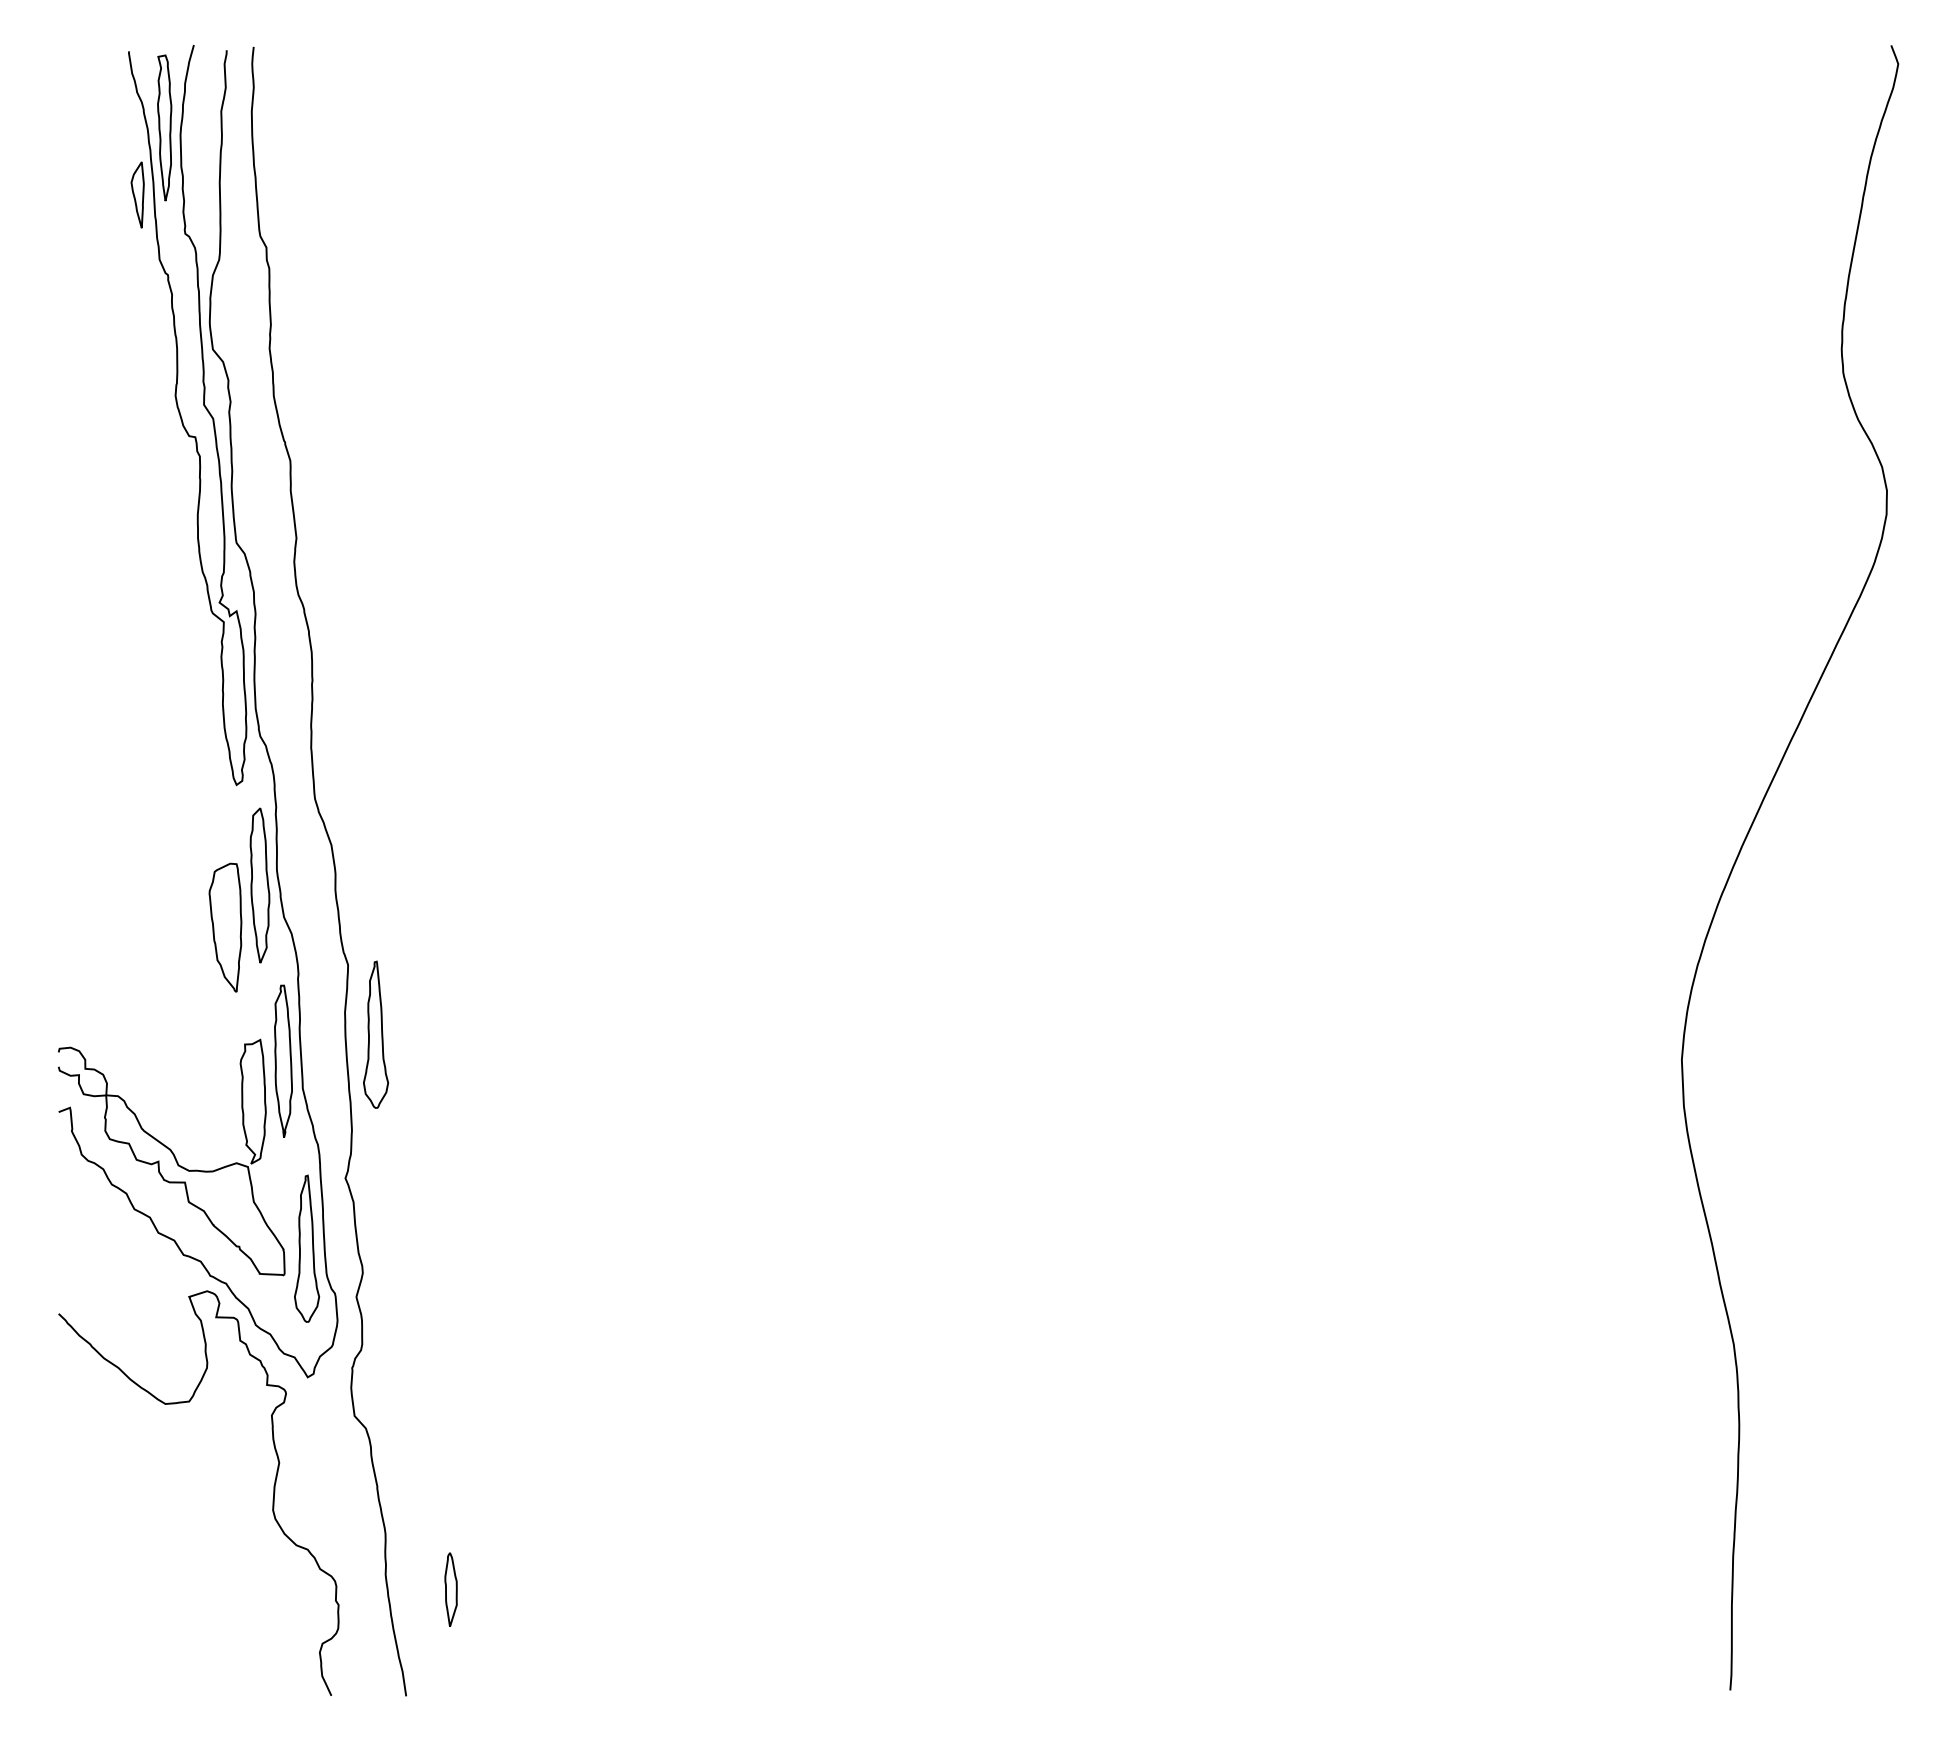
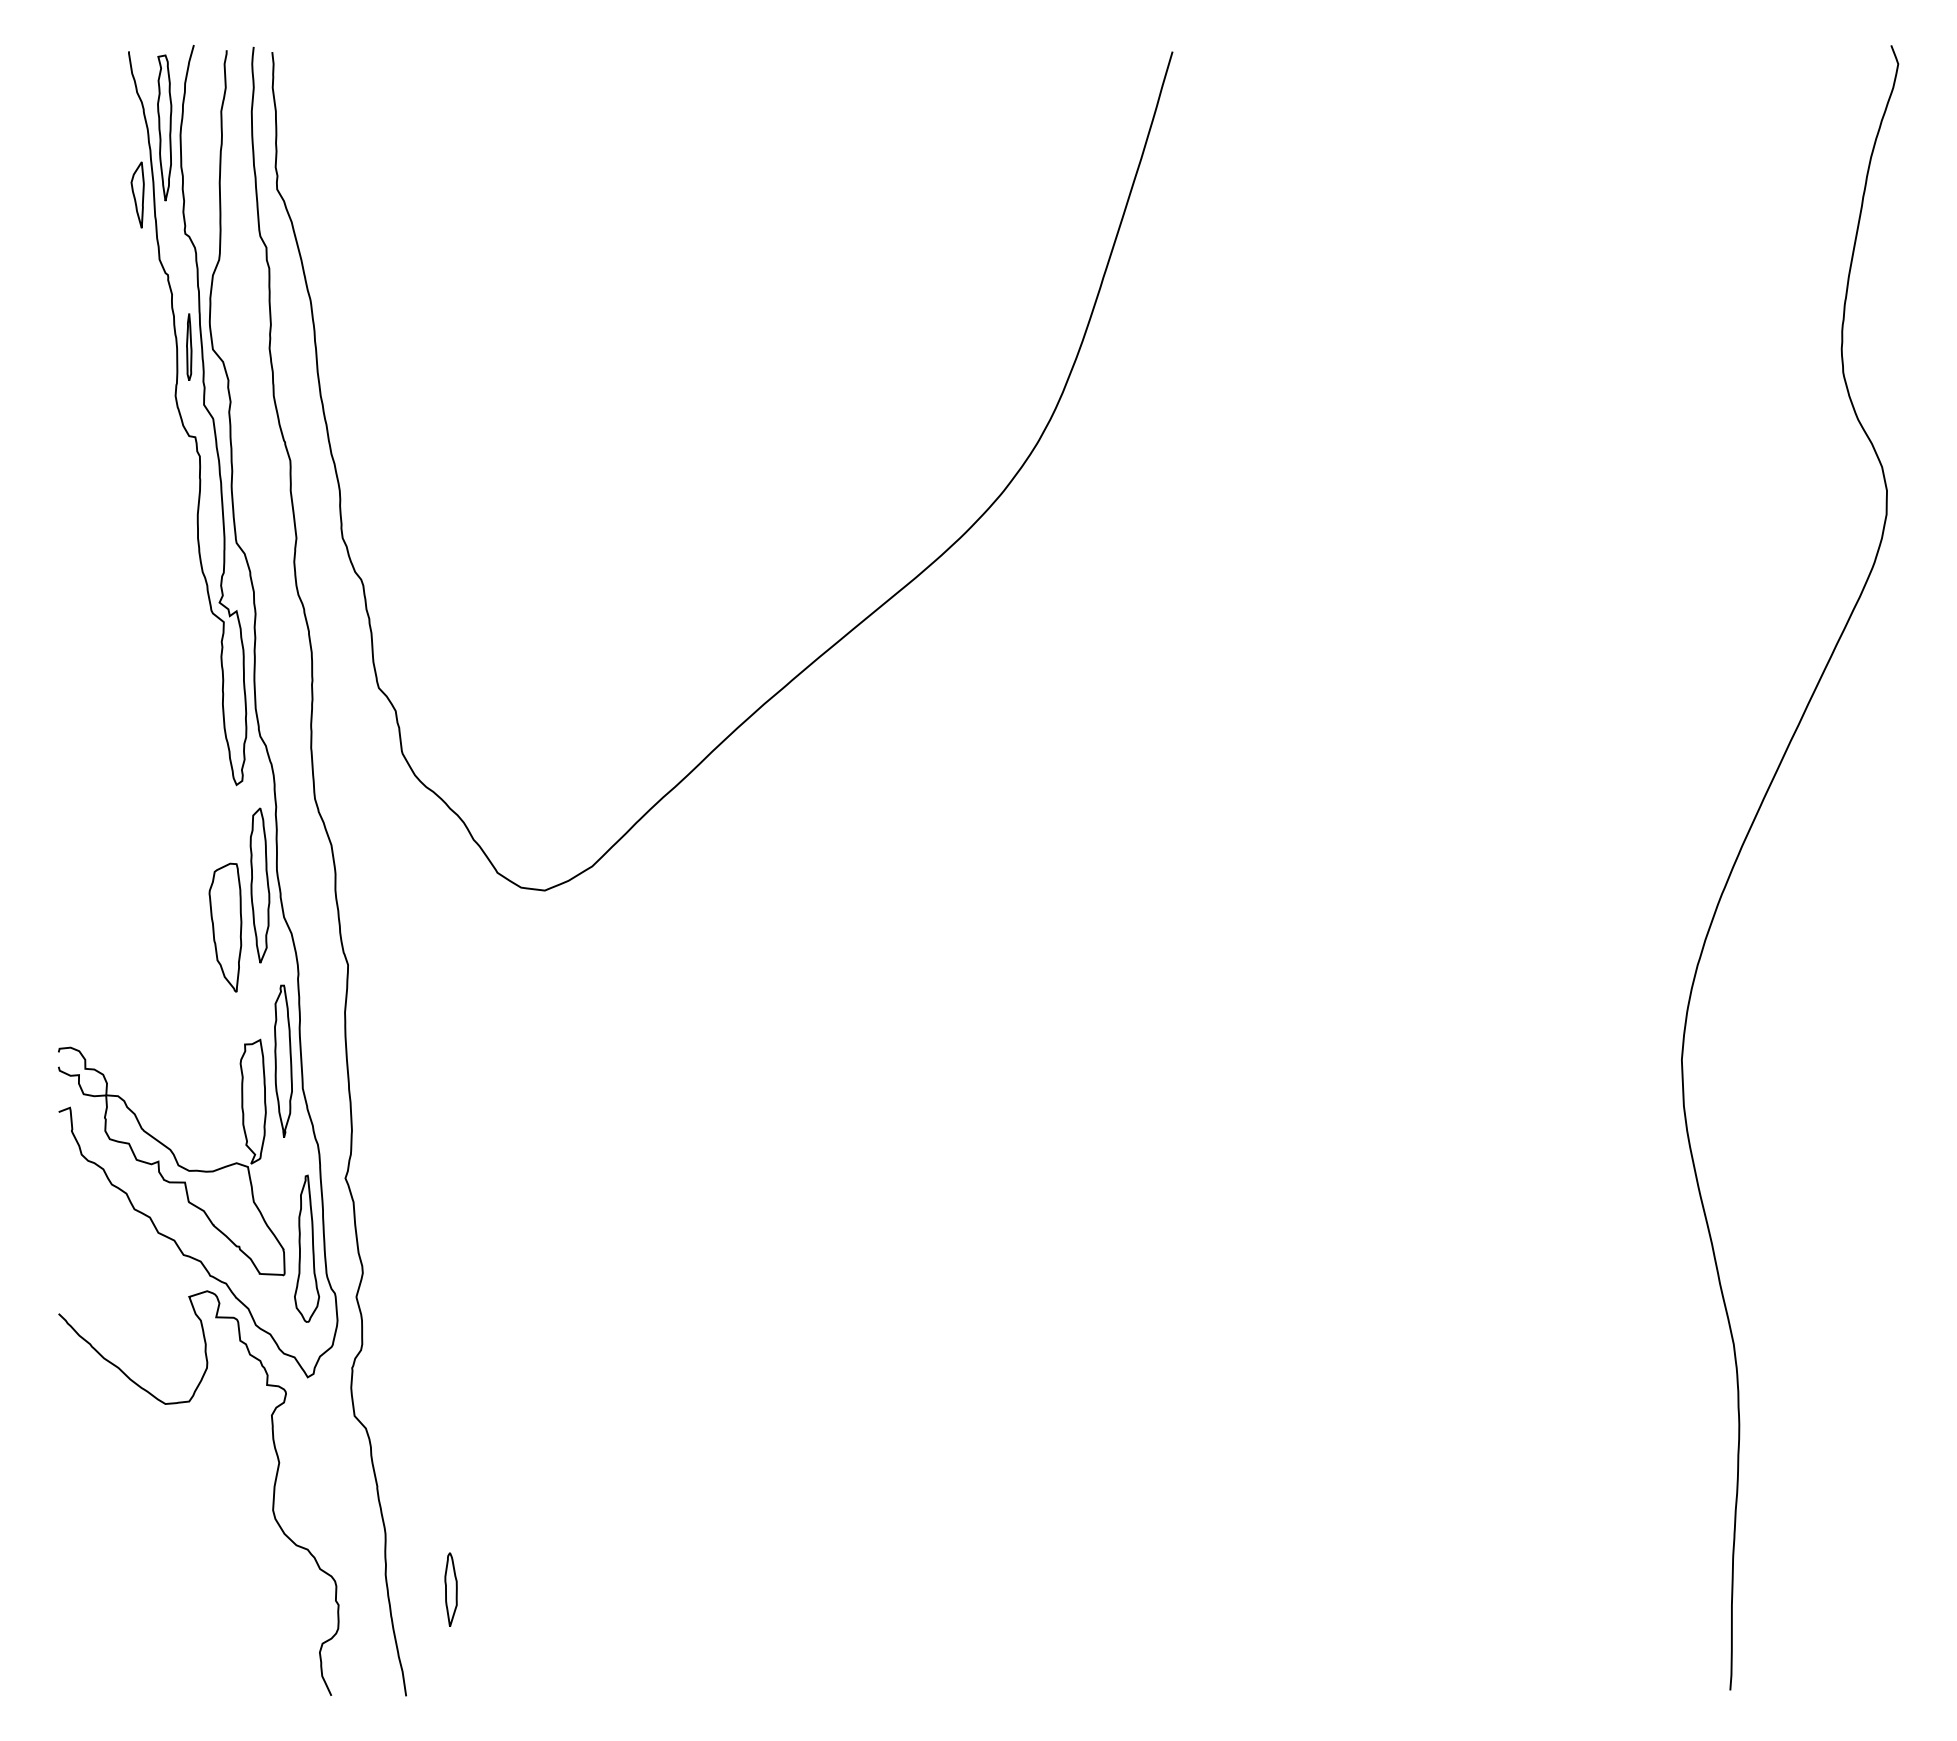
part at (189, 346): none -> present
curve at (854, 626): none -> present
part at (375, 1034): present -> none
